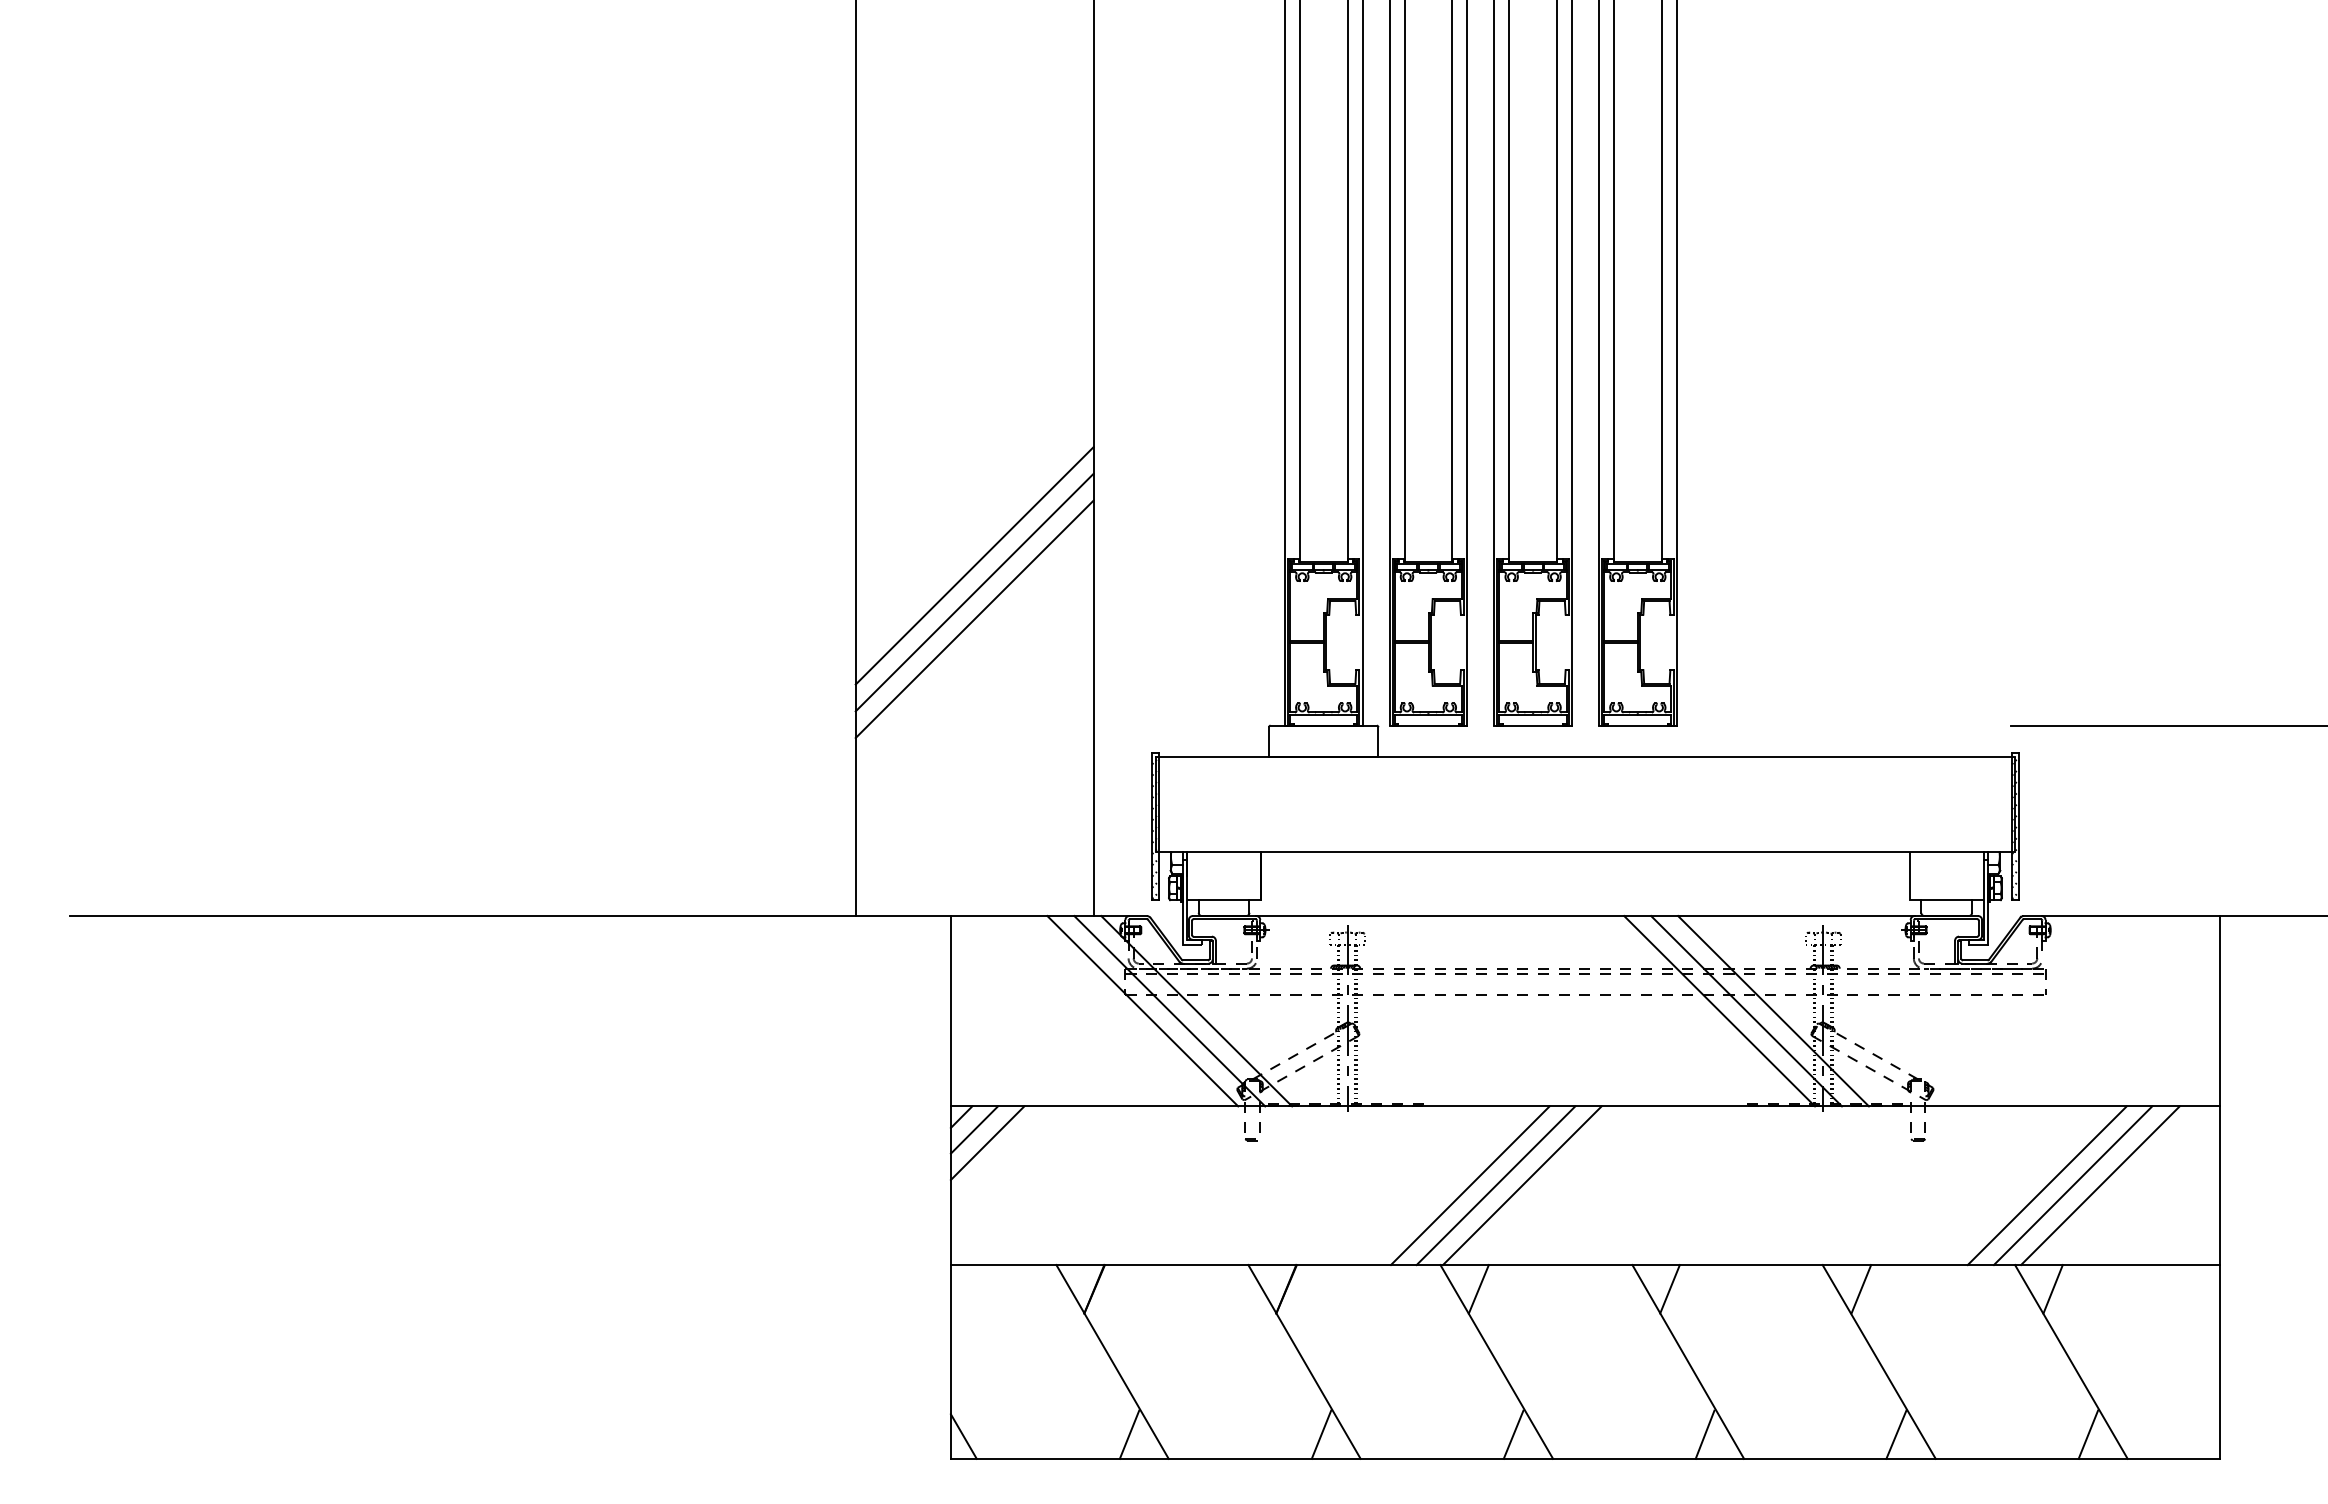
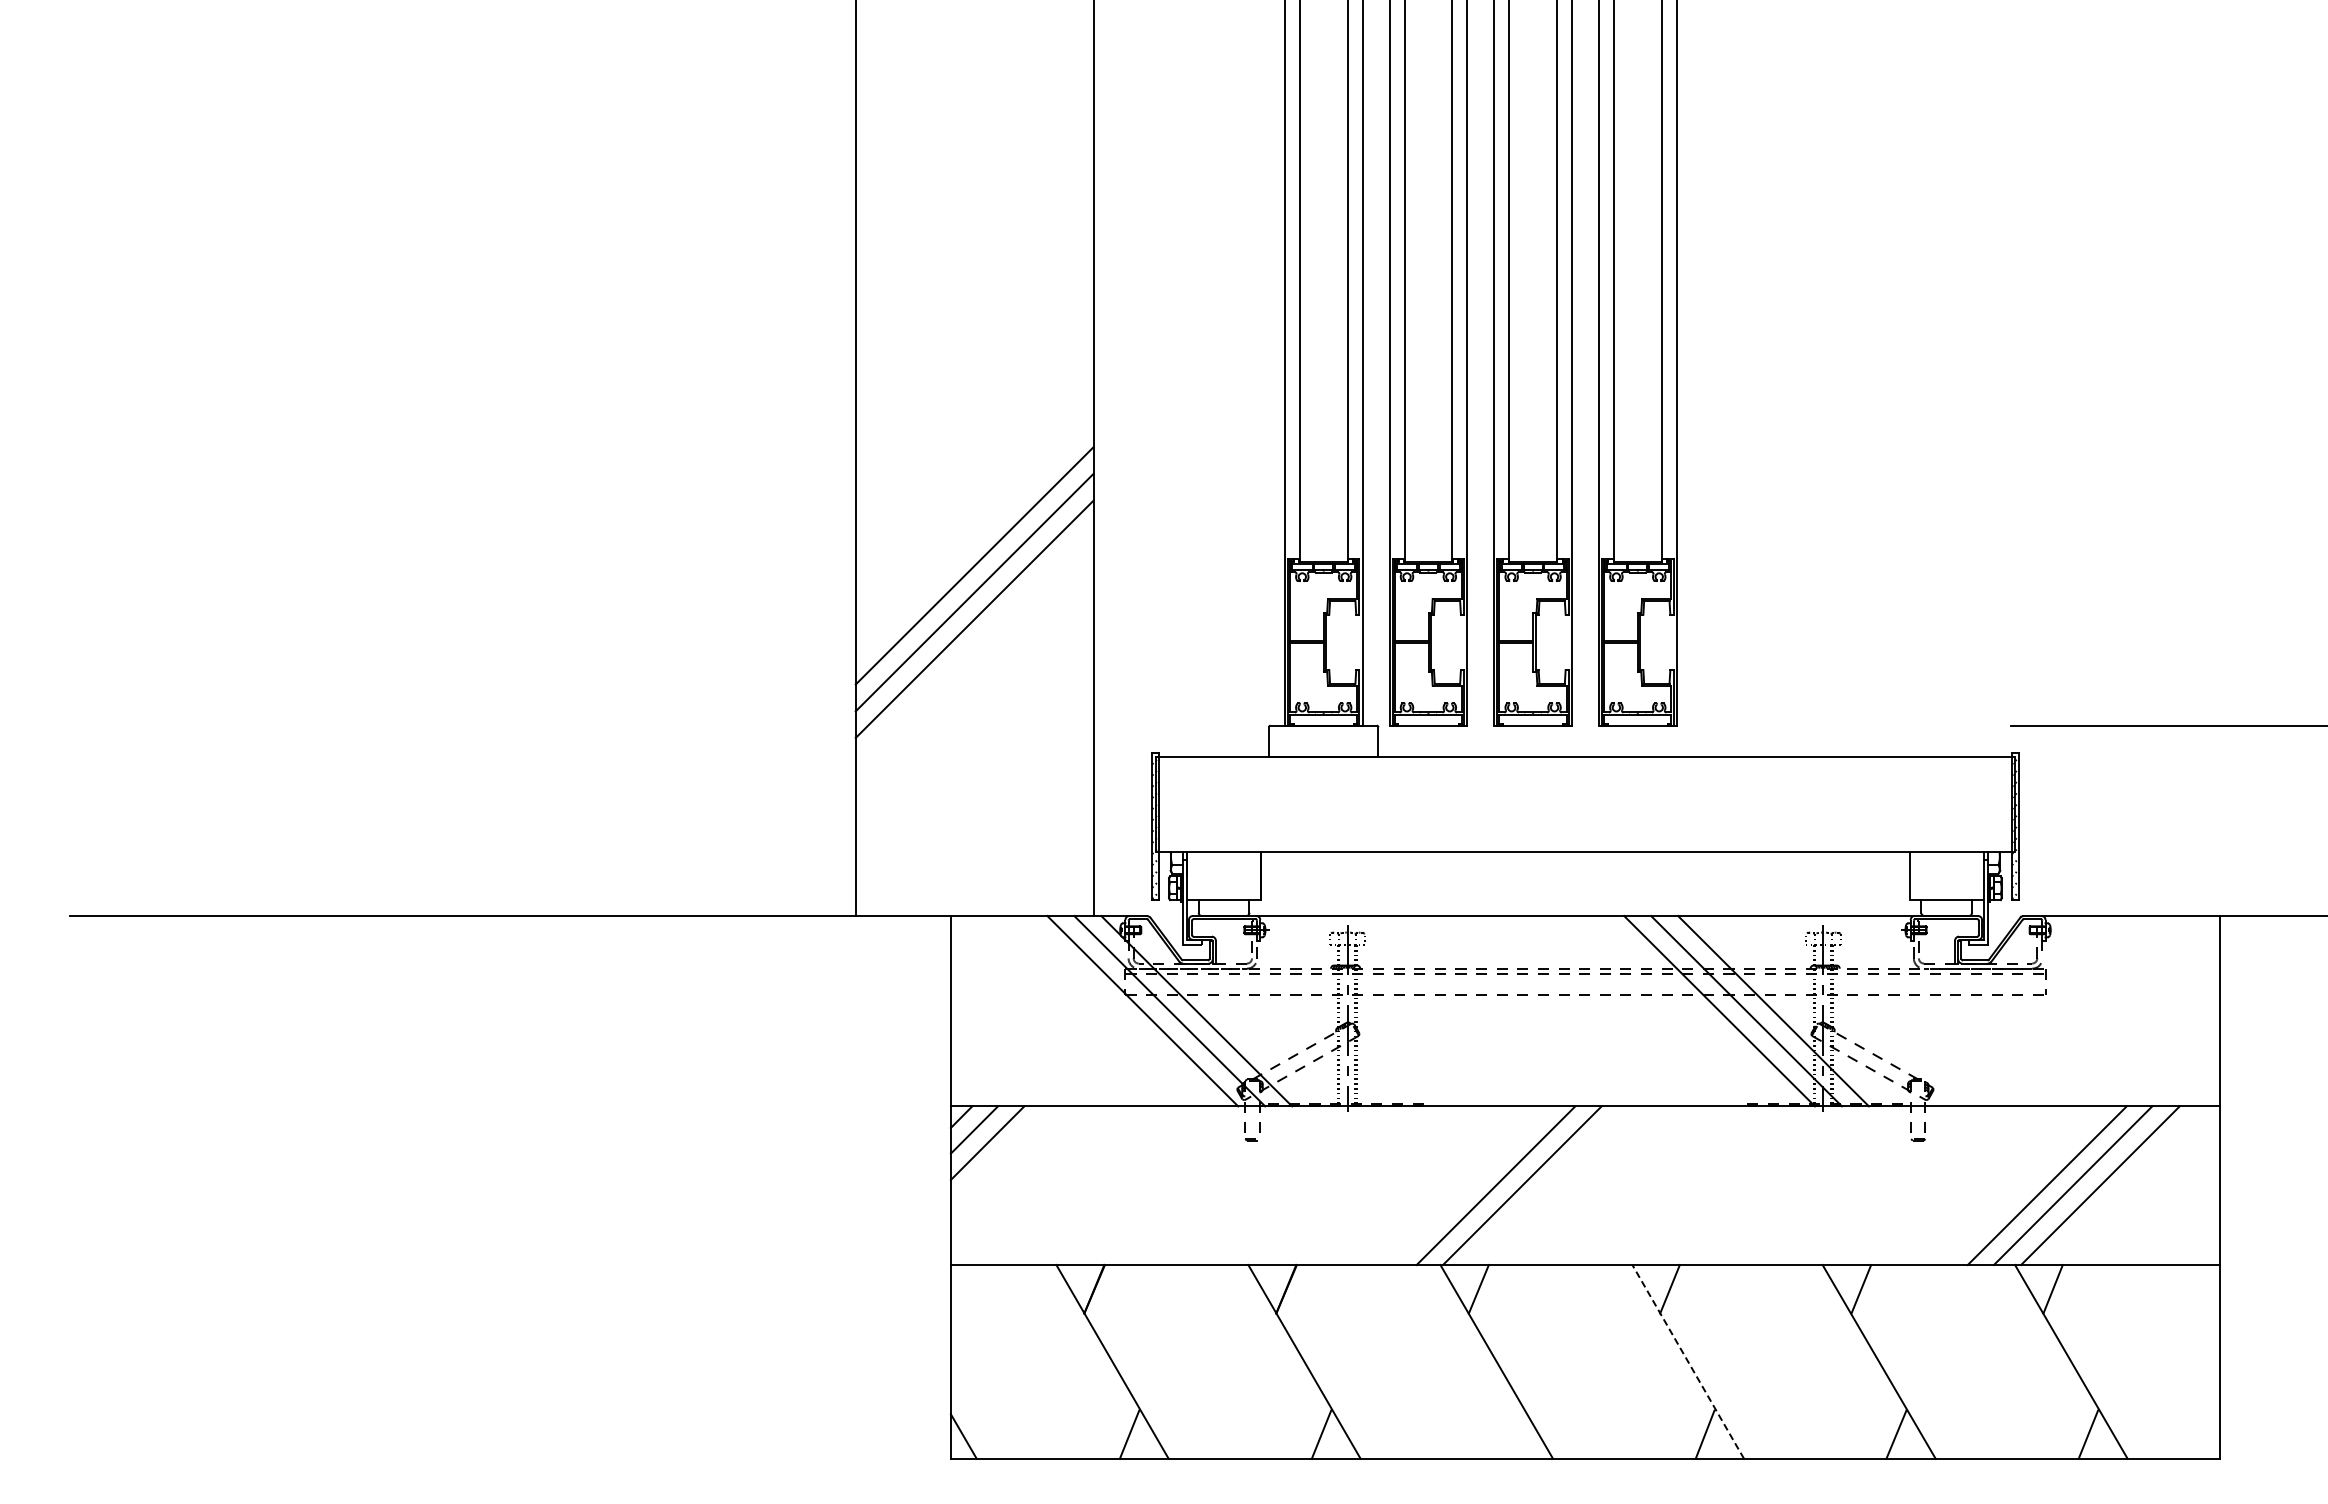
line at (1469, 1185): present -> none
line at (1688, 1361): solid -> dashed
line at (1513, 1434): present -> none
